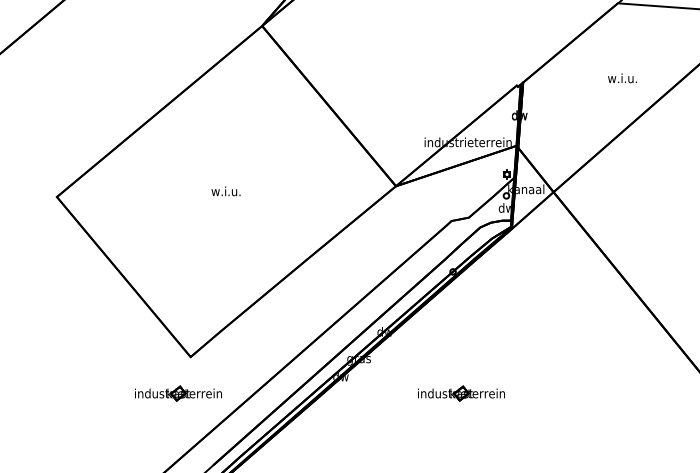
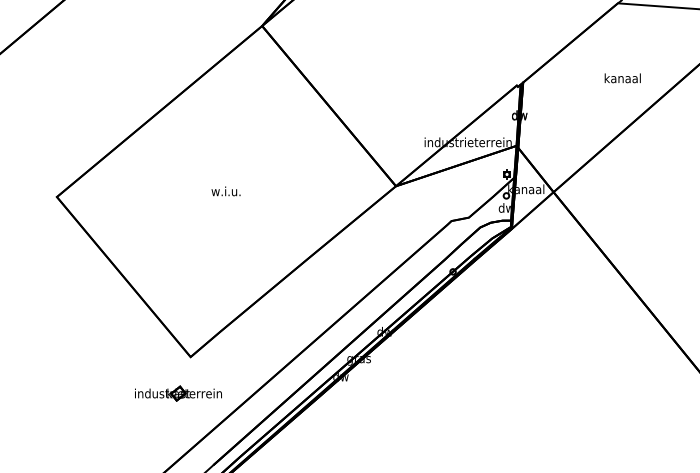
text at (622, 78): w.i.u. -> kanaal
part at (461, 393): present -> none
